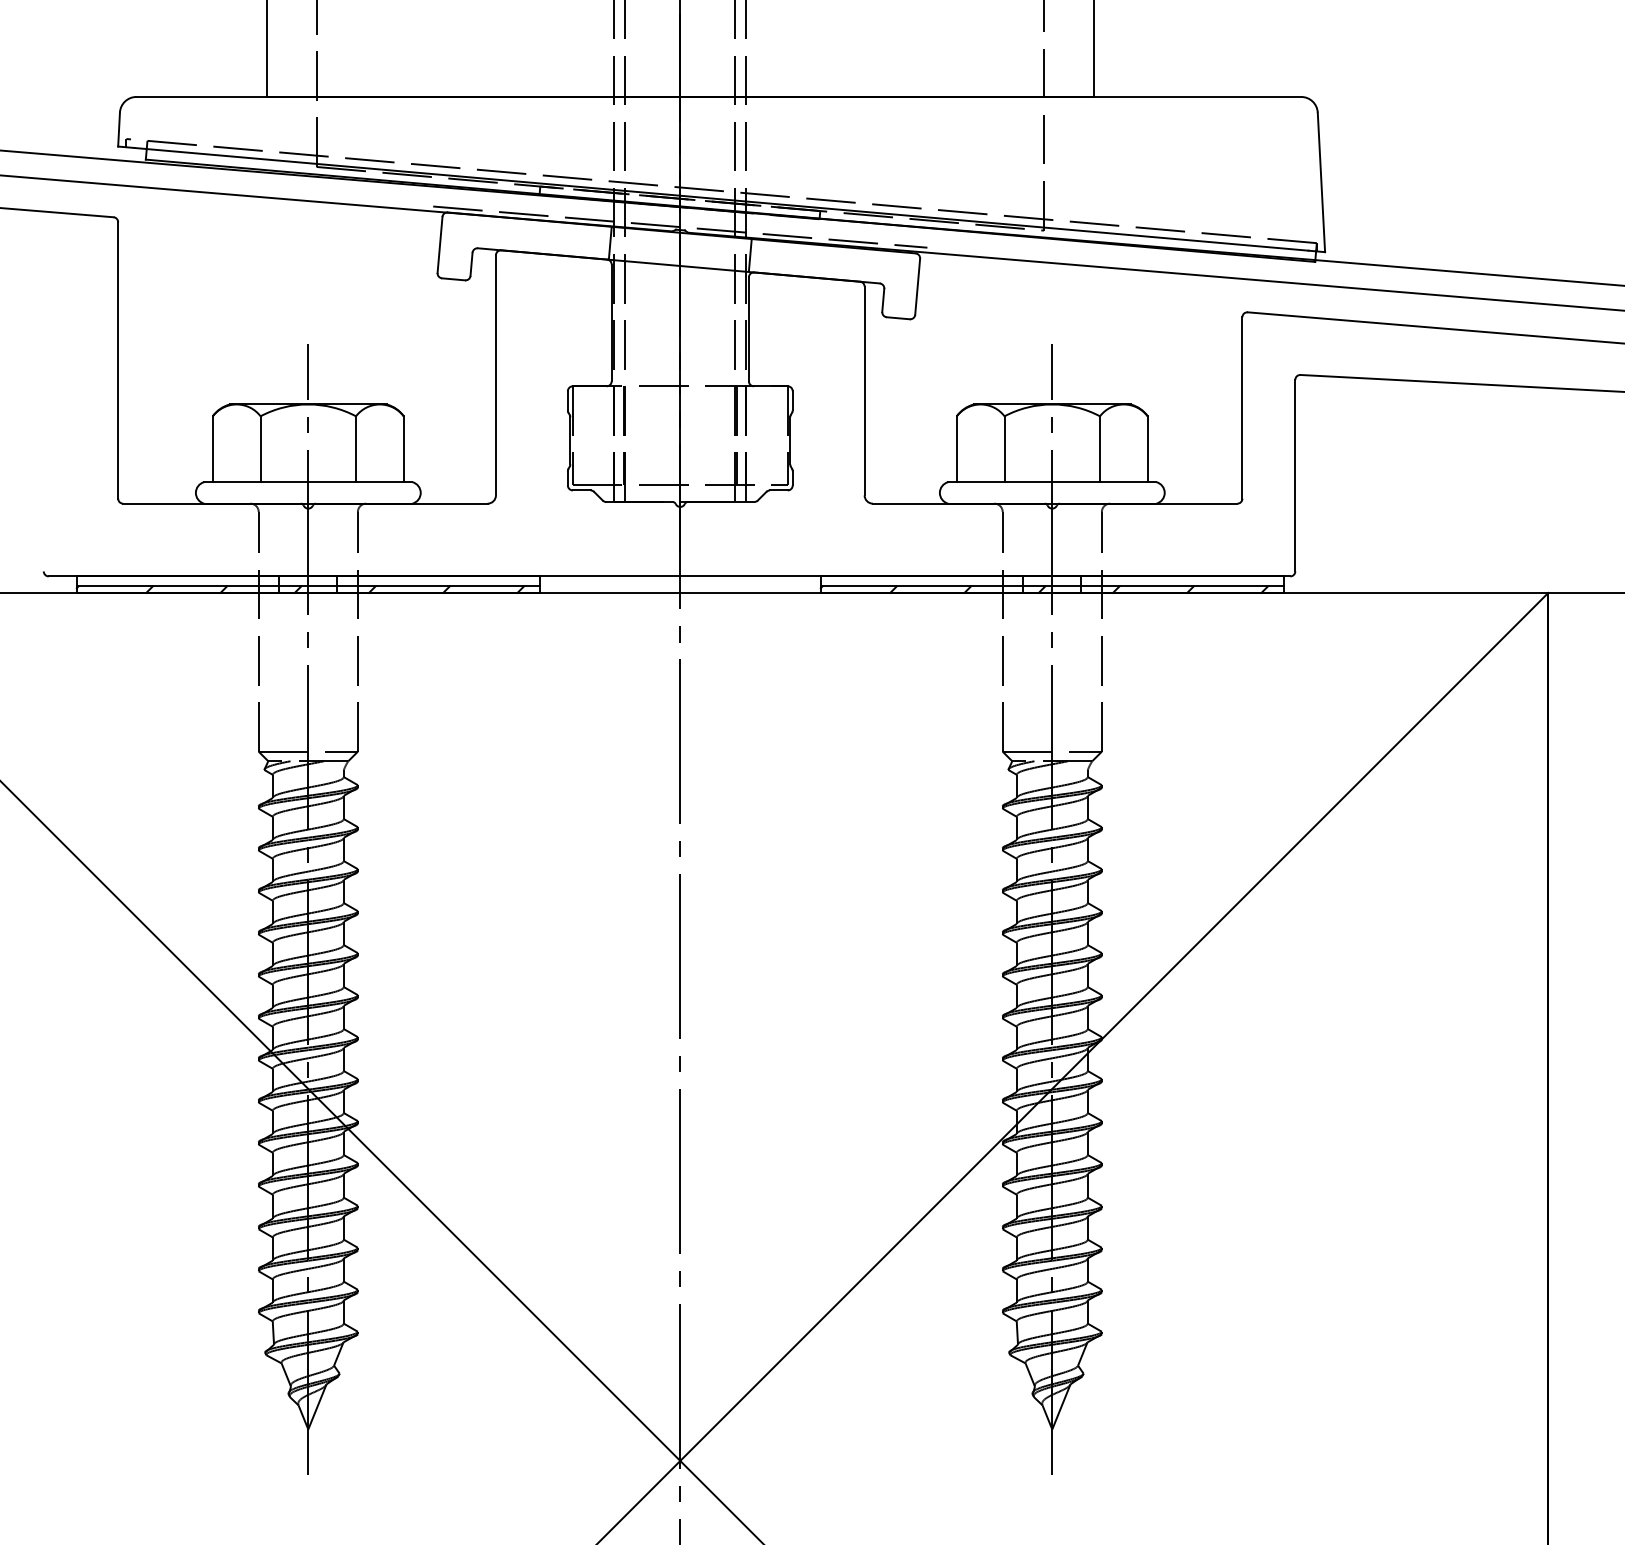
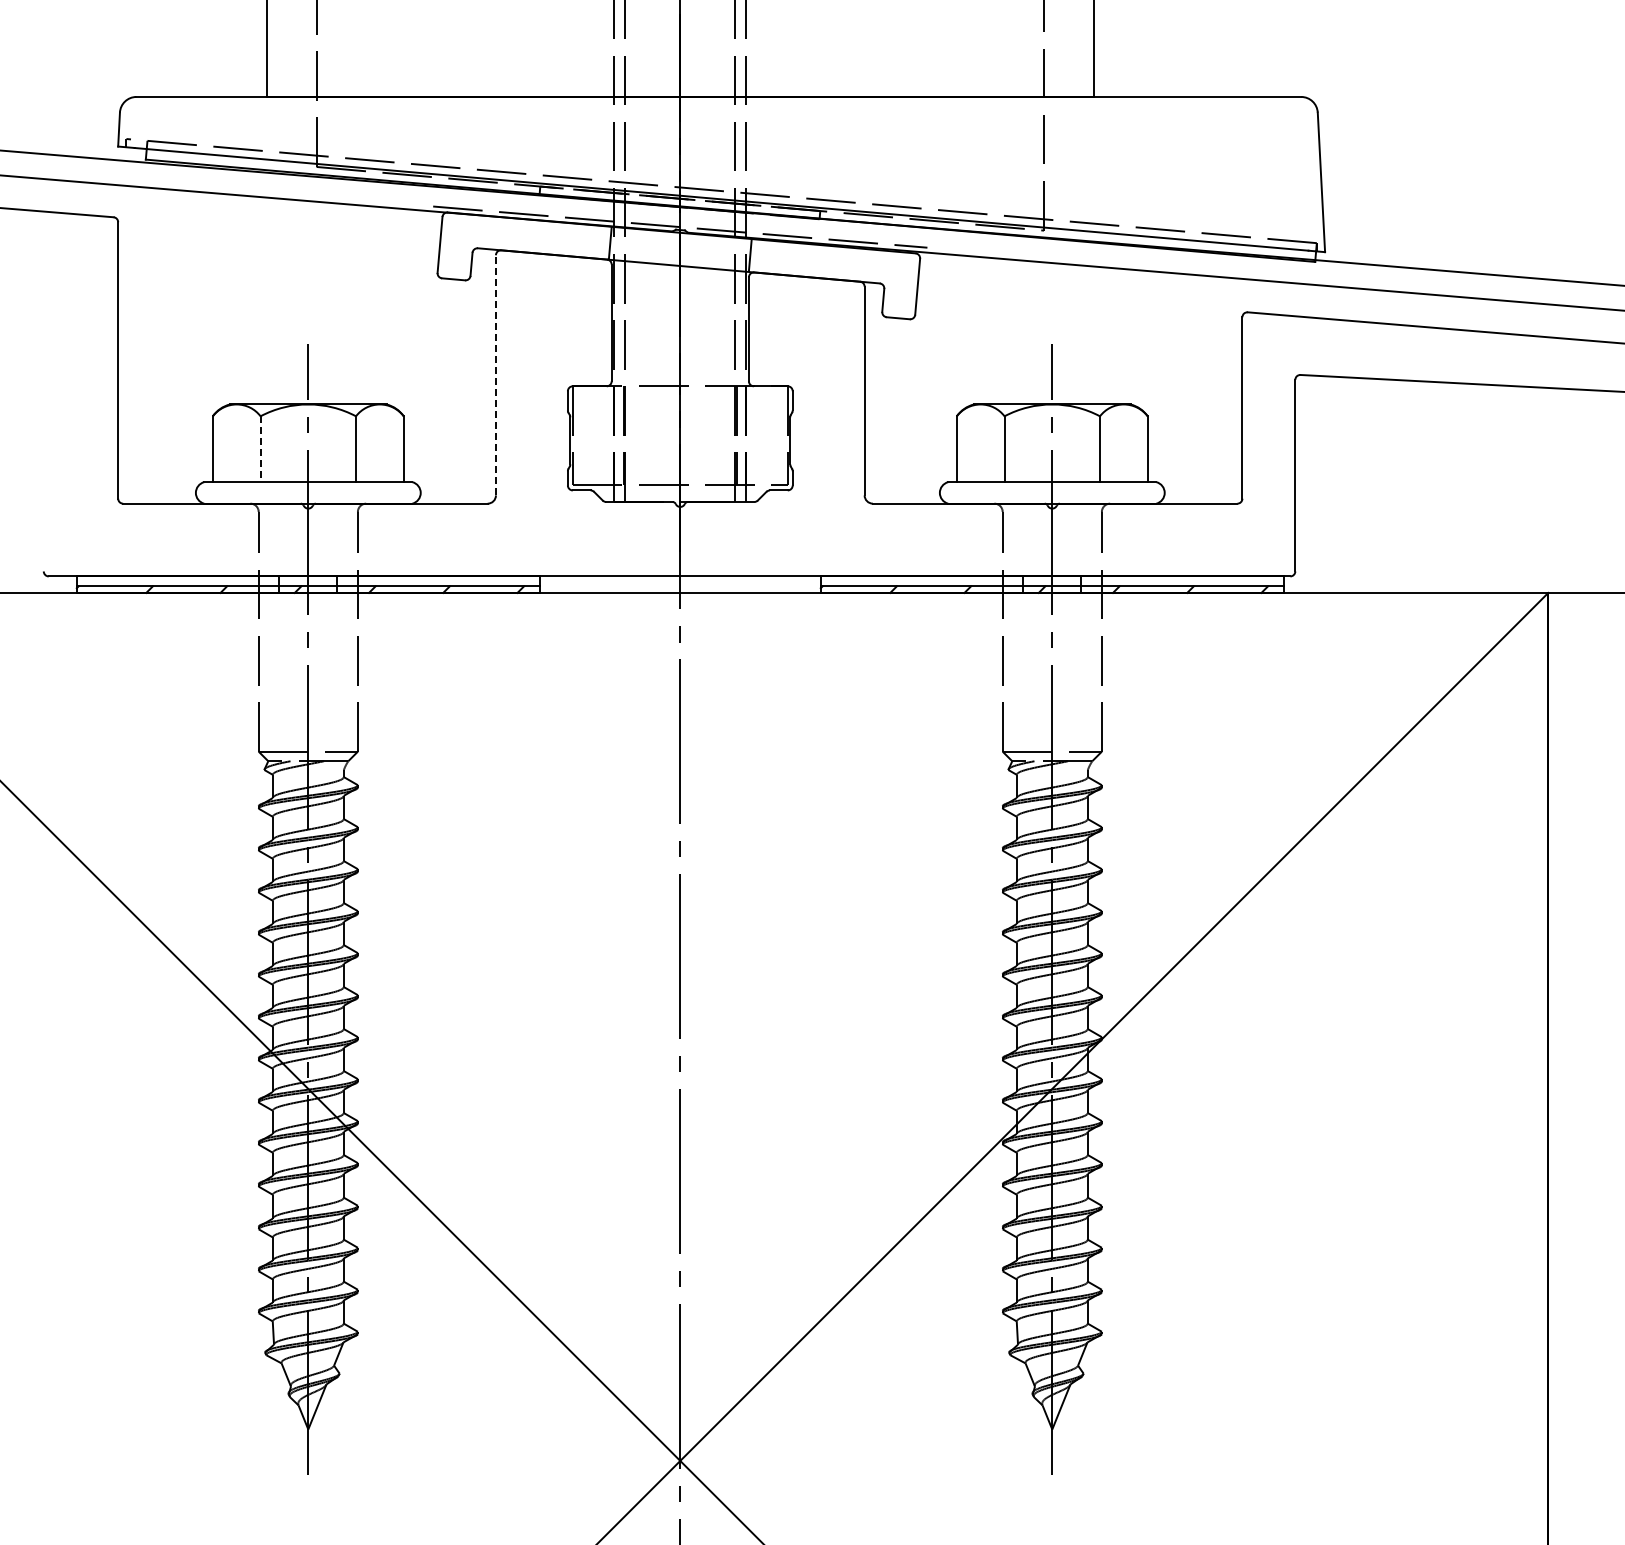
line at (495, 374): solid -> dashed
line at (260, 449): solid -> dashed
